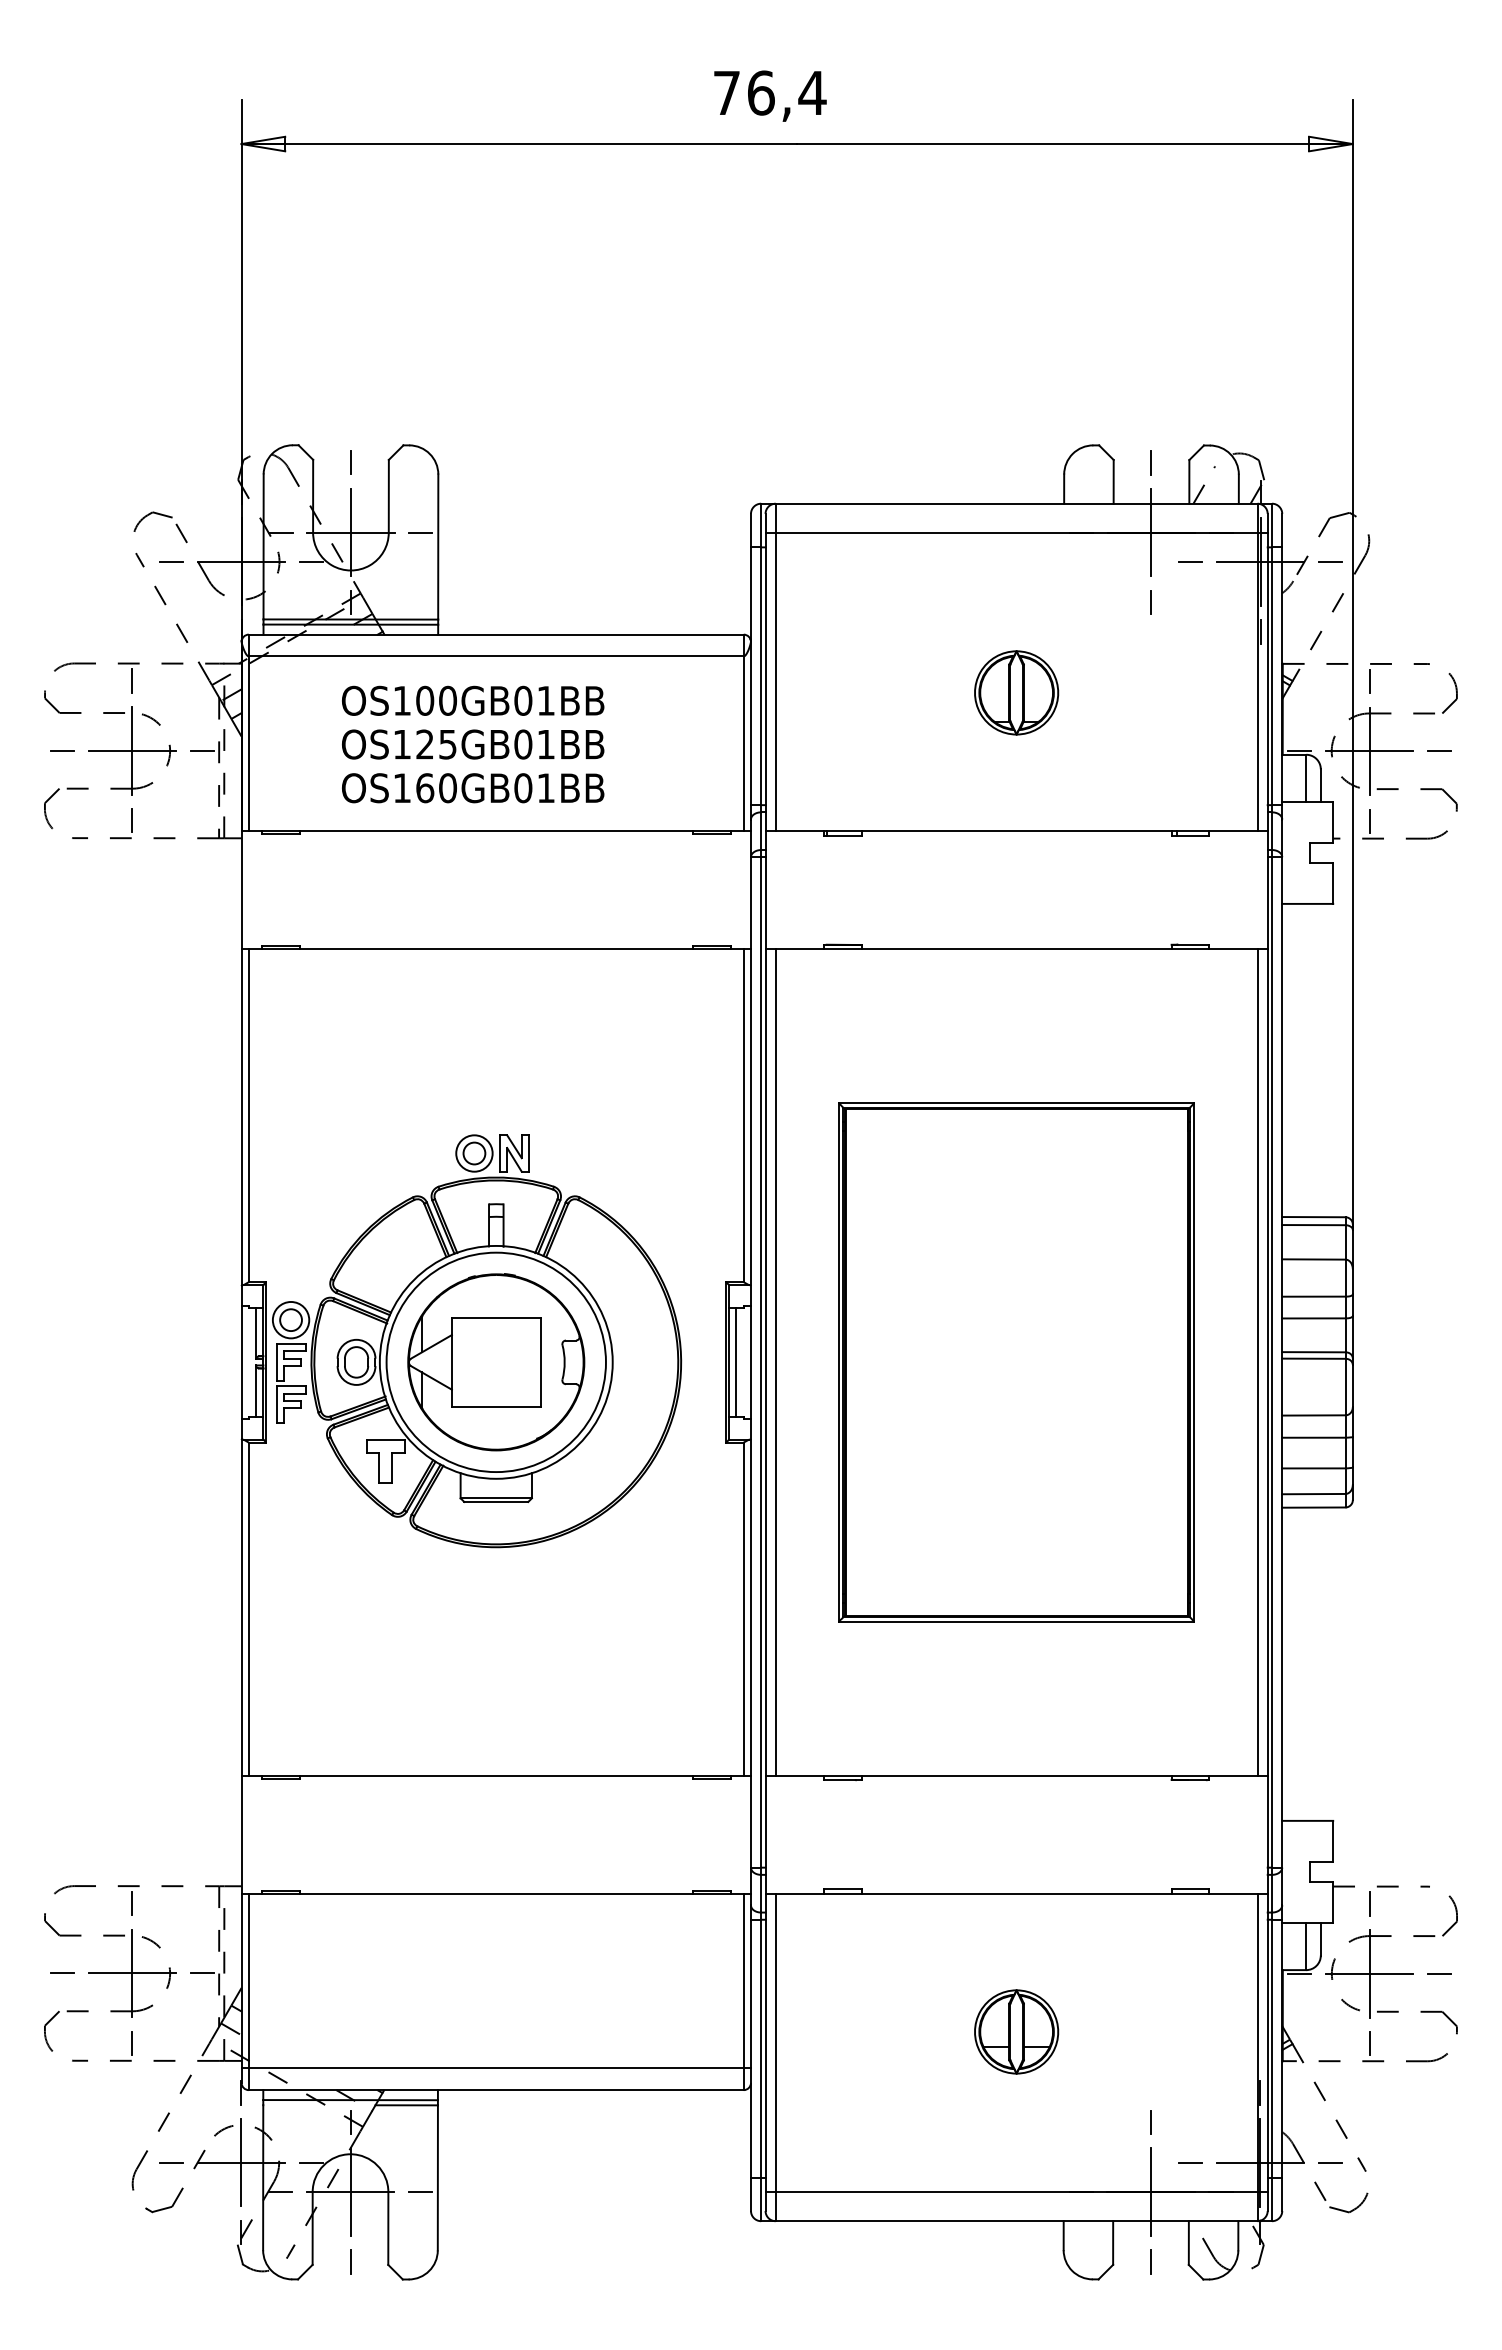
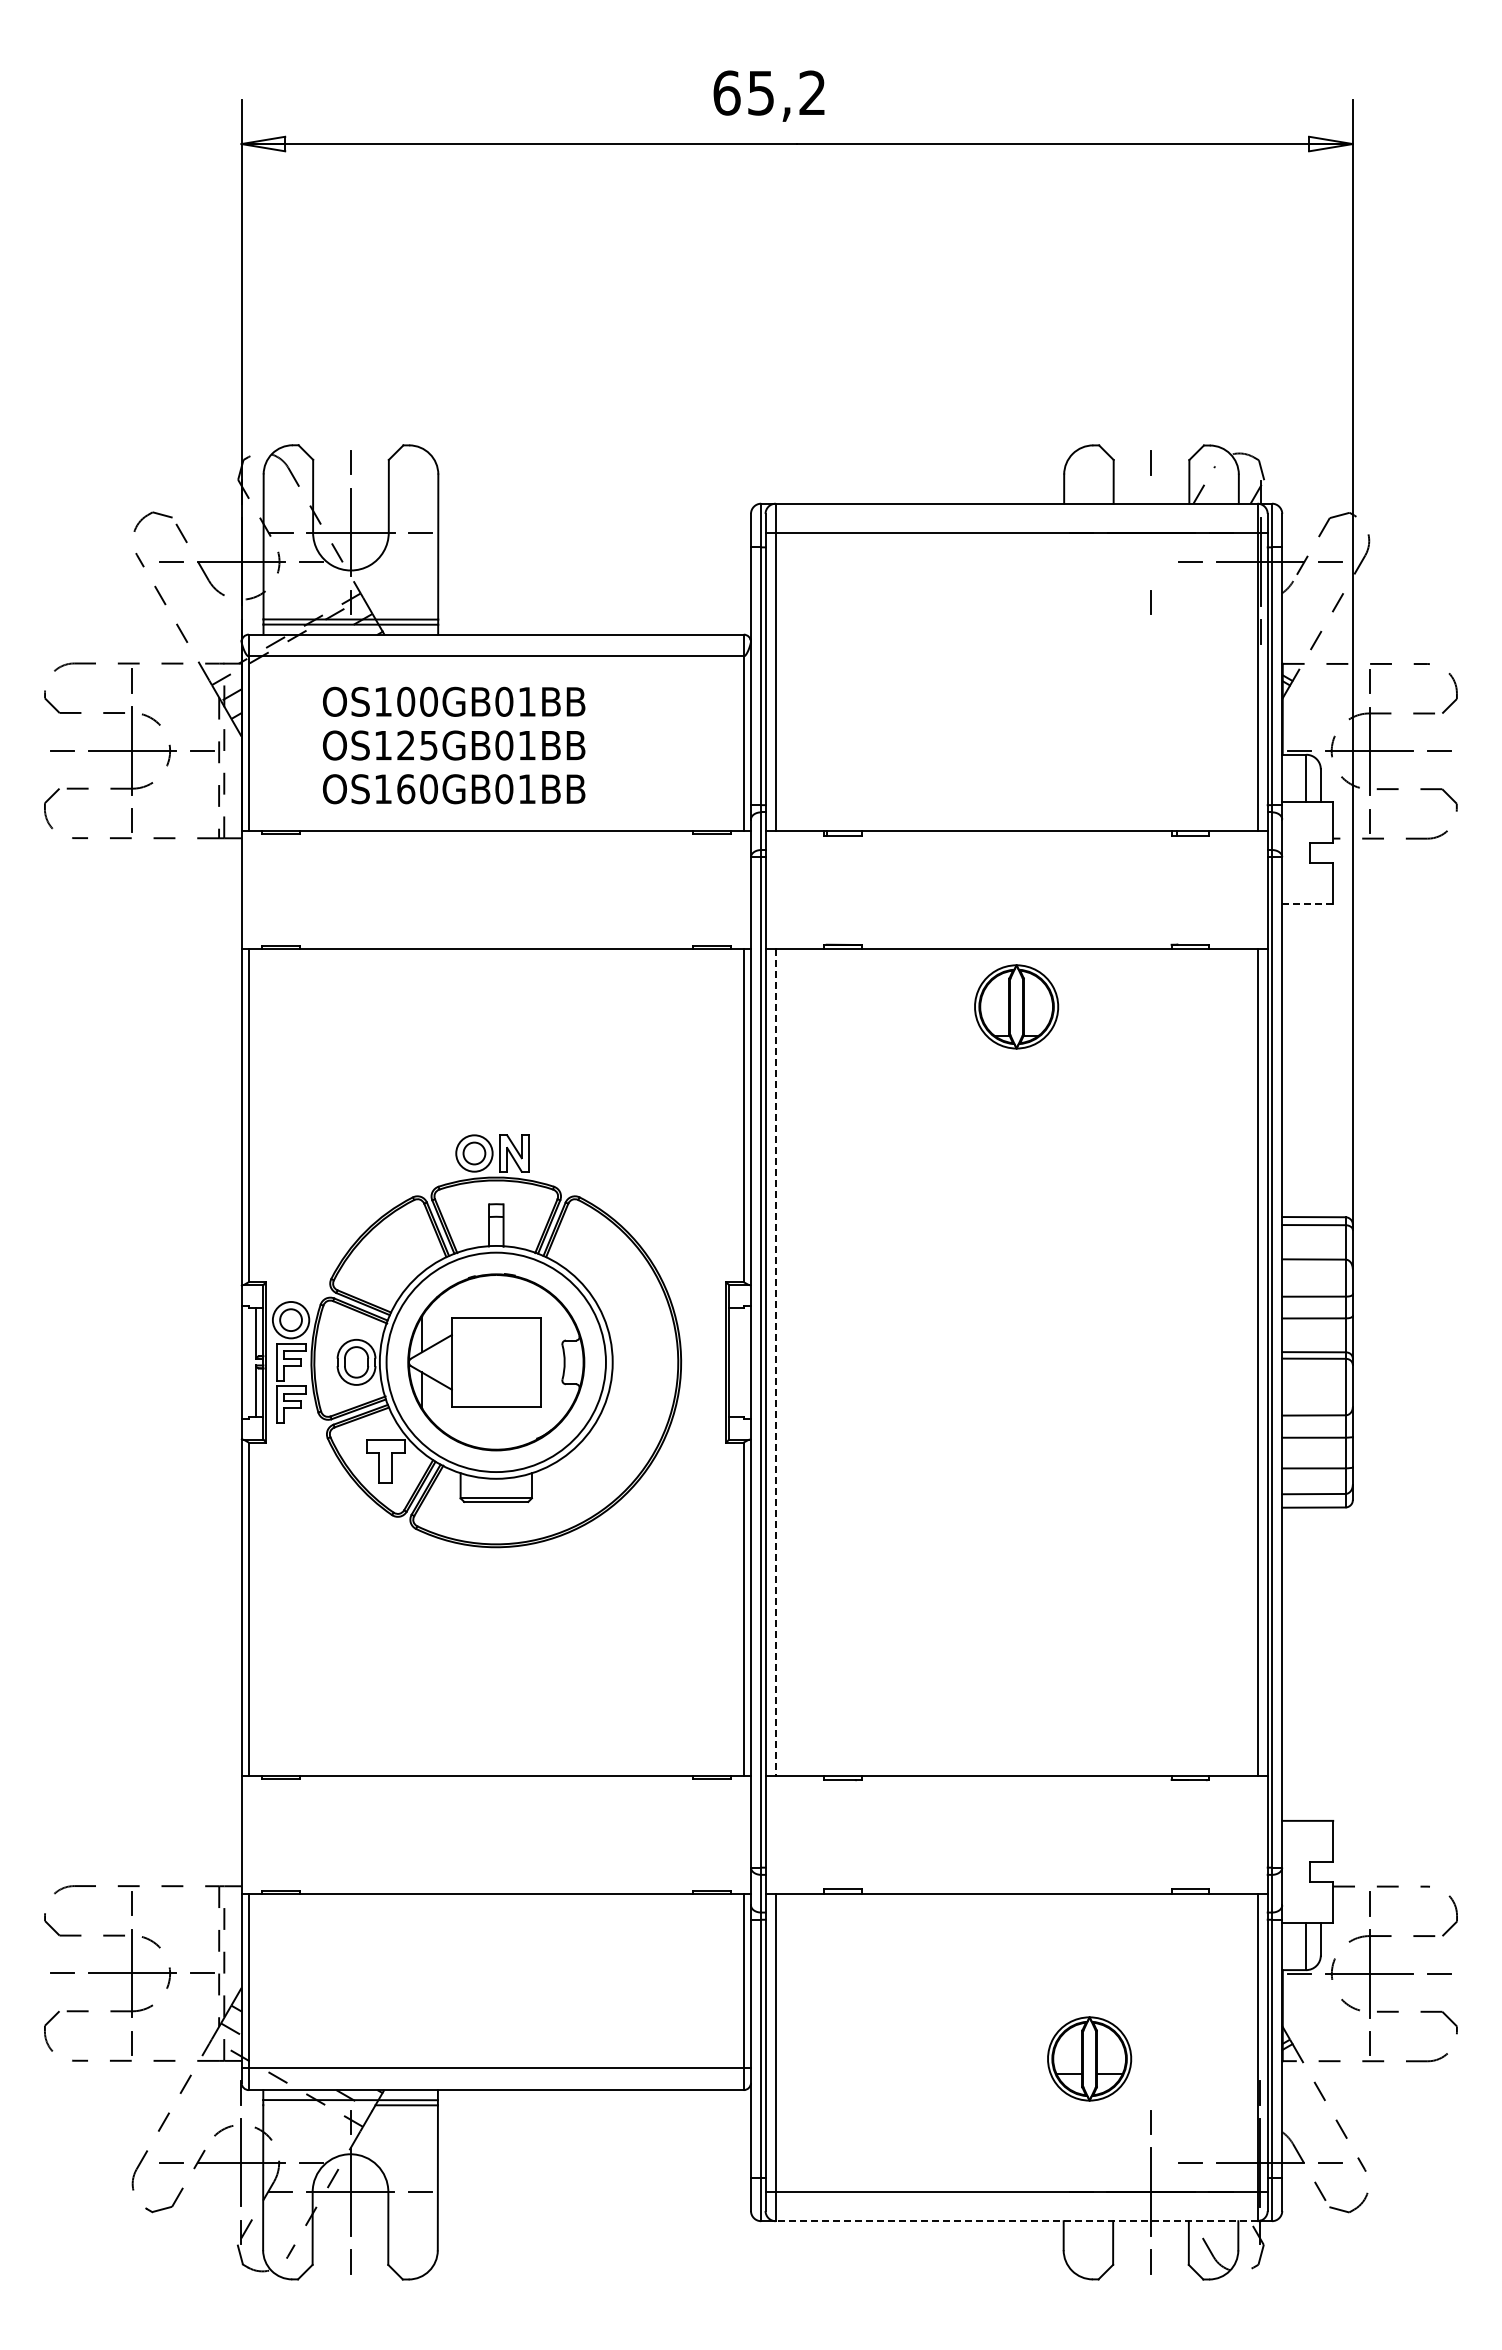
text at (769, 92): 76,4 -> 65,2
line at (1151, 532): present -> none
part at (1016, 692) position: (1016, 692) -> (1016, 1006)
text at (473, 744) position: (473, 744) -> (454, 745)
line at (1308, 903): solid -> dashed
line at (736, 1362): present -> none
line at (775, 1362): solid -> dashed
part at (1016, 1362): present -> none
part at (1016, 2031) position: (1016, 2031) -> (1089, 2058)
line at (1016, 2221): solid -> dashed
